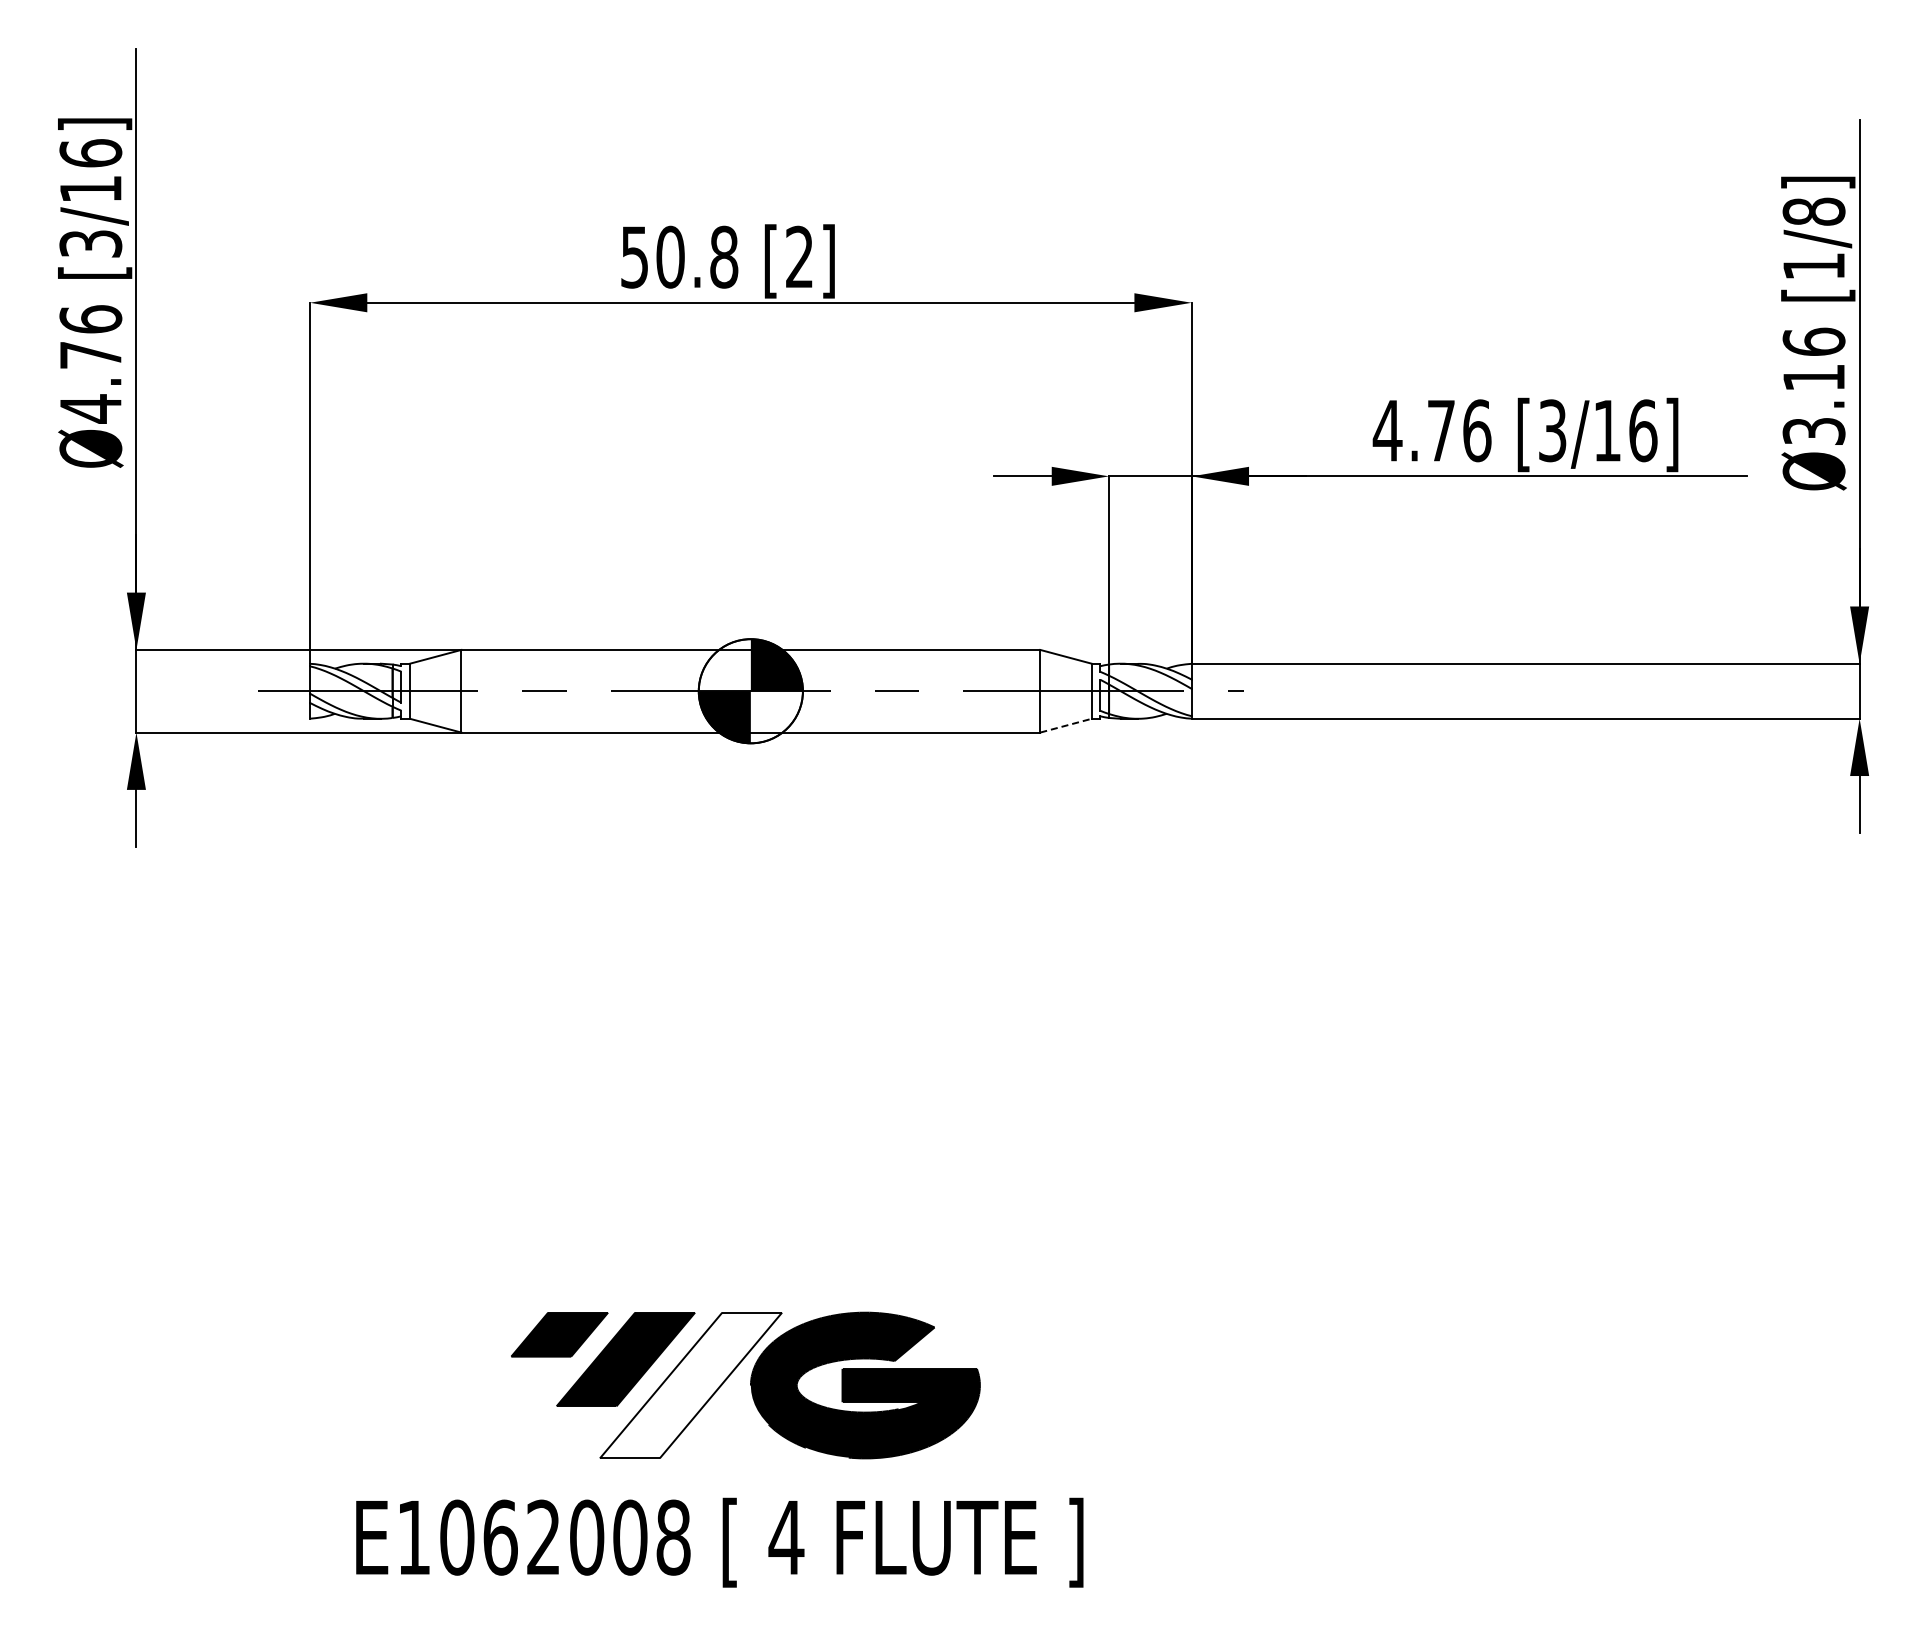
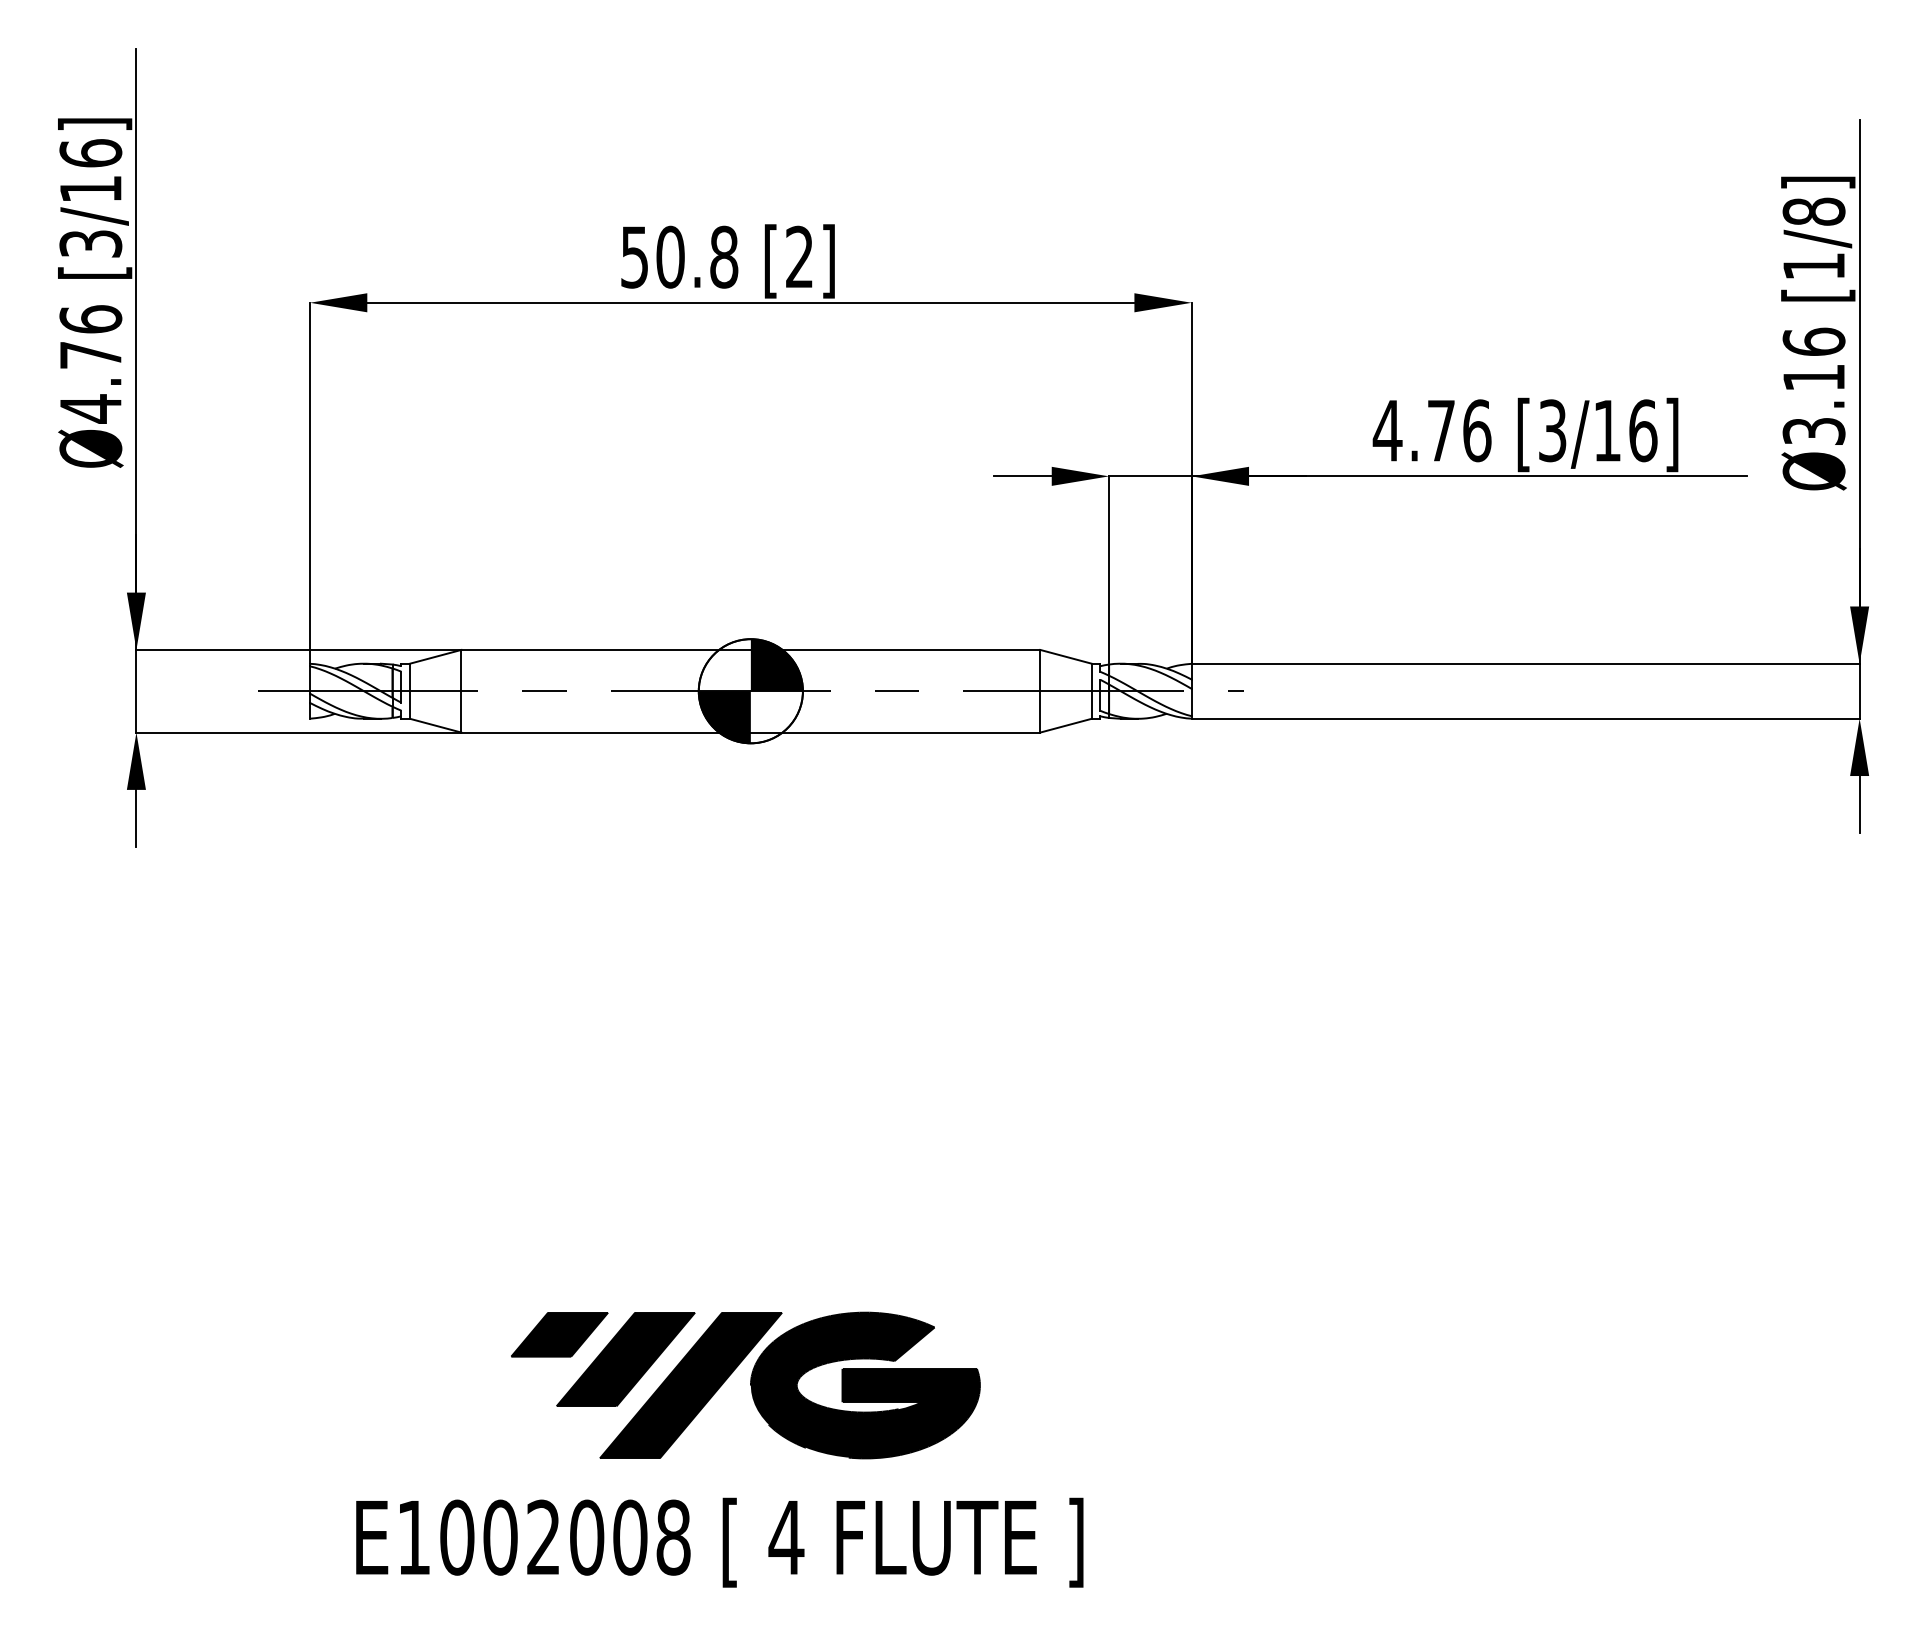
line at (1066, 725): dashed -> solid
fill at (690, 1385): none -> present
text at (500, 1537): E1062008 -> E1002008
